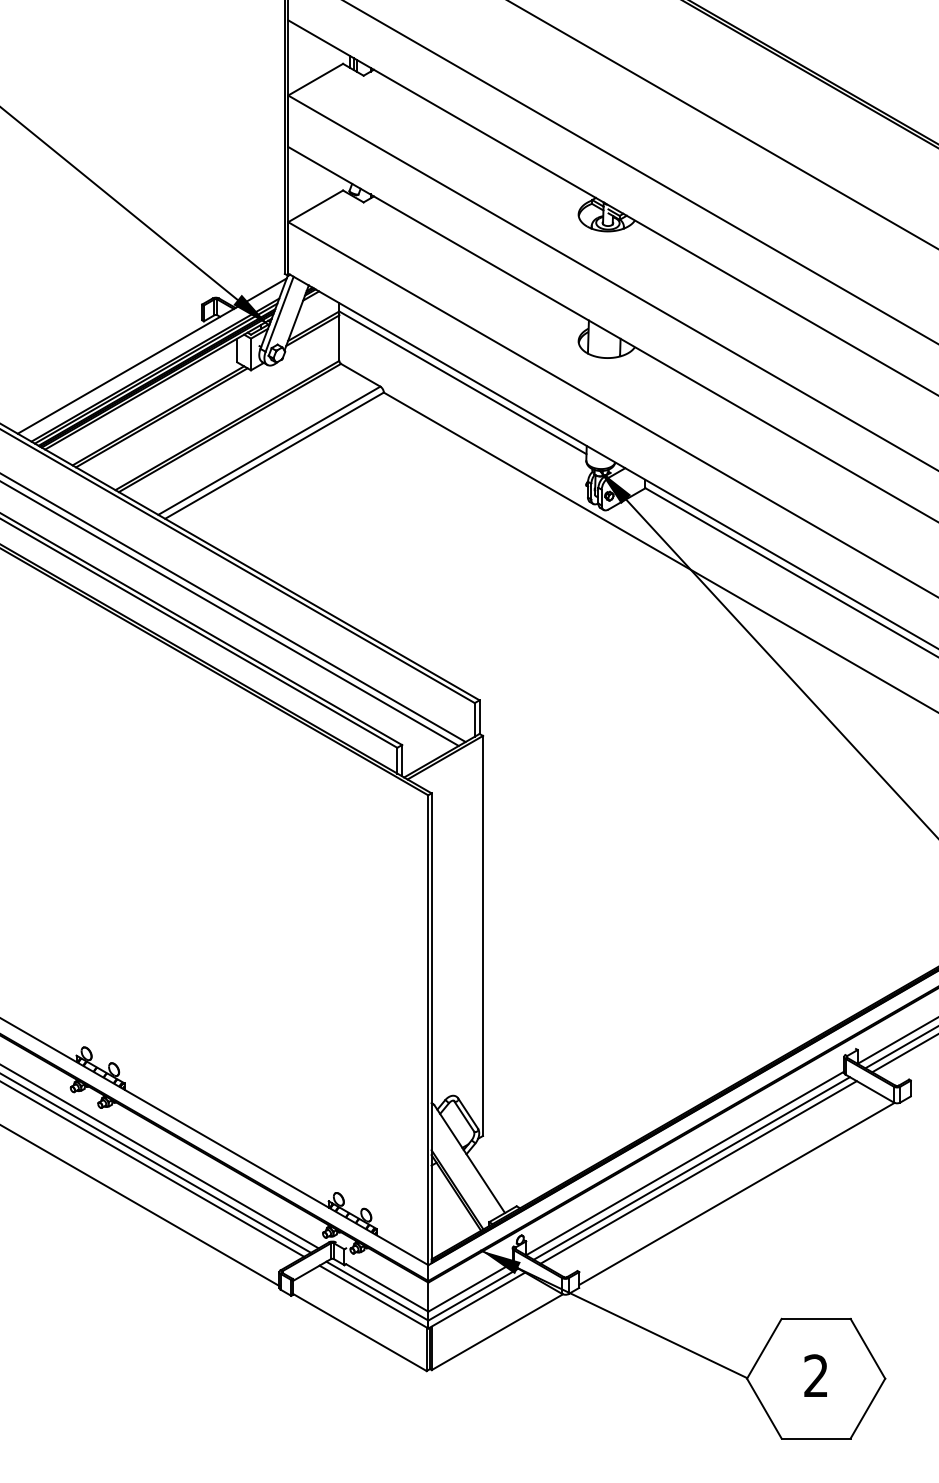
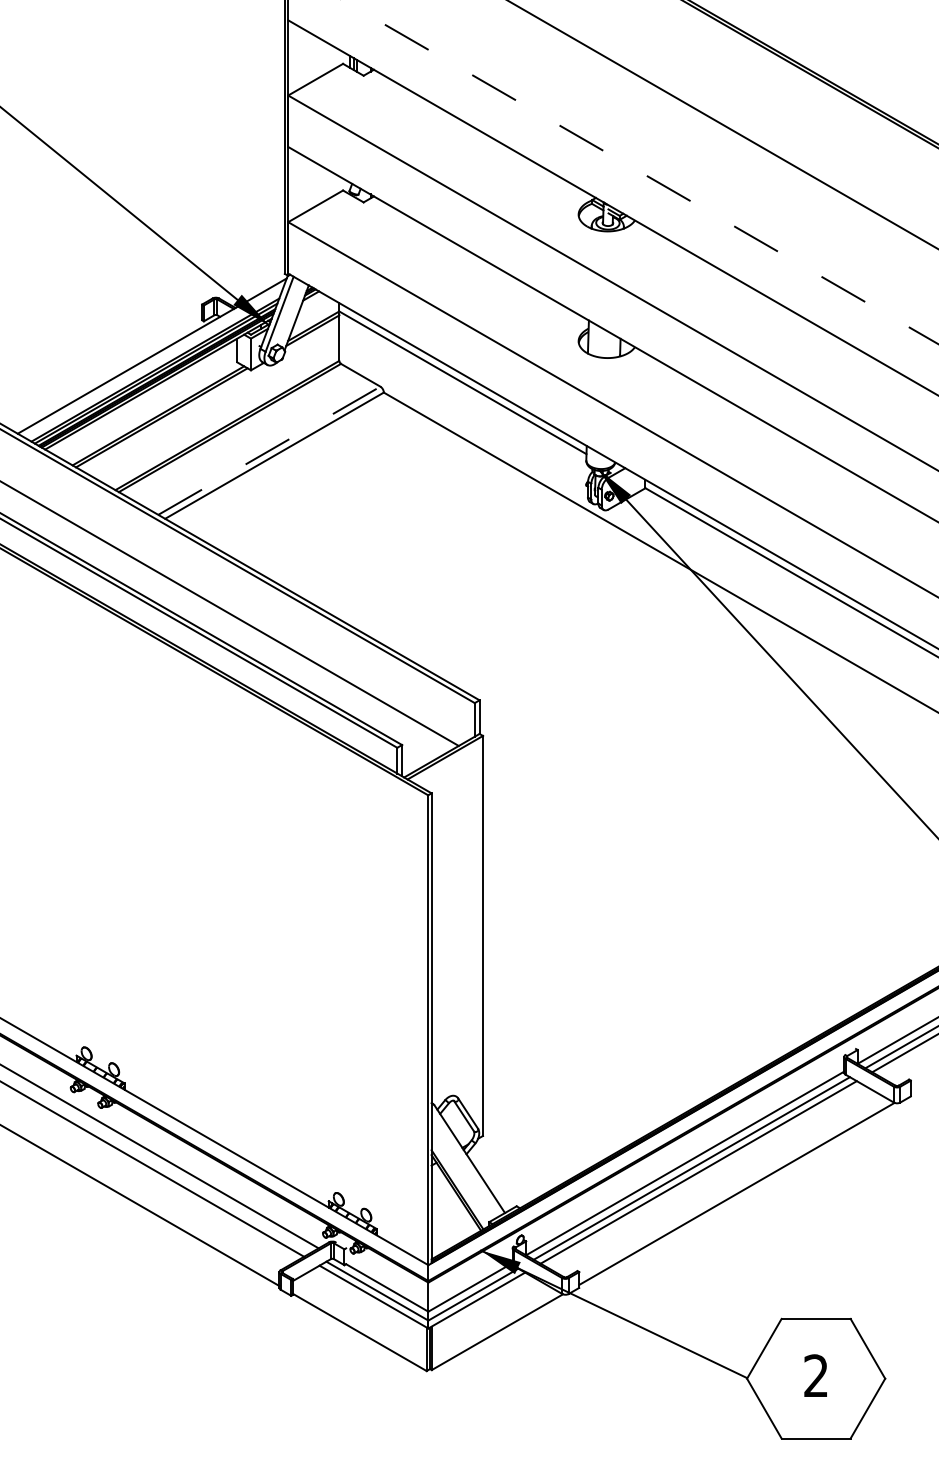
line at (640, 172): solid -> dashed
line at (269, 450): solid -> dashed
line at (233, 608): present -> none
line at (156, 1163): present -> none
